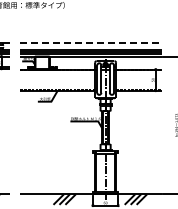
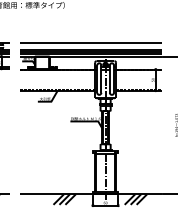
line at (91, 42): dashed -> solid
